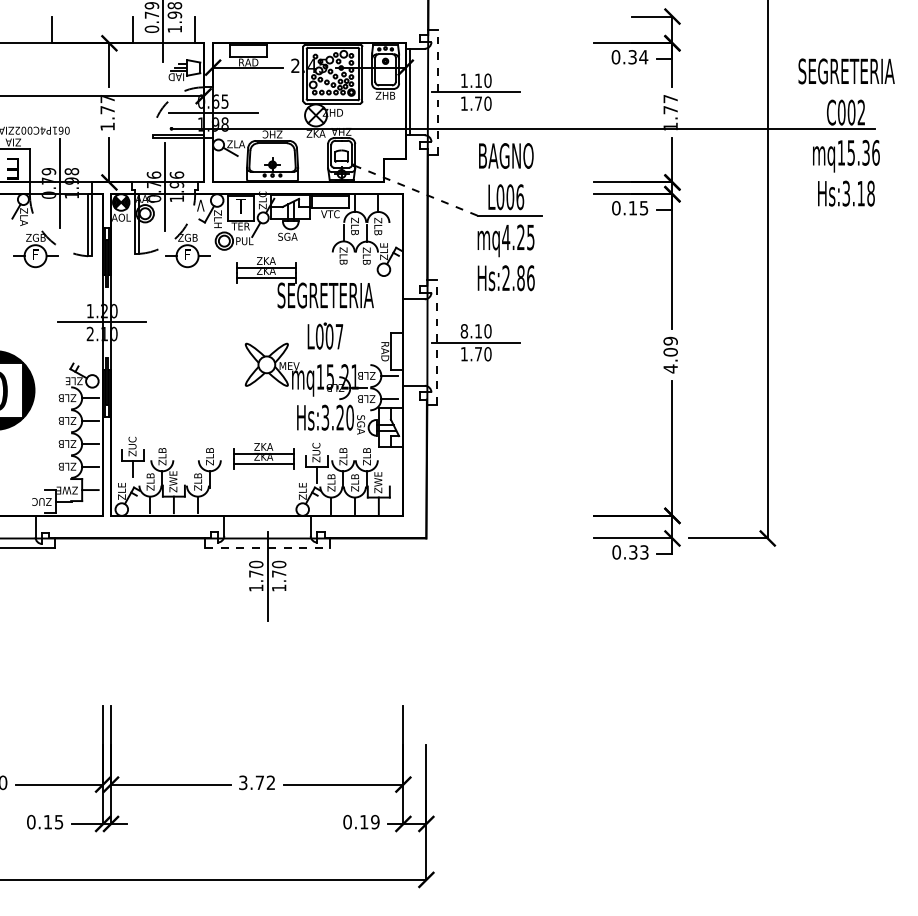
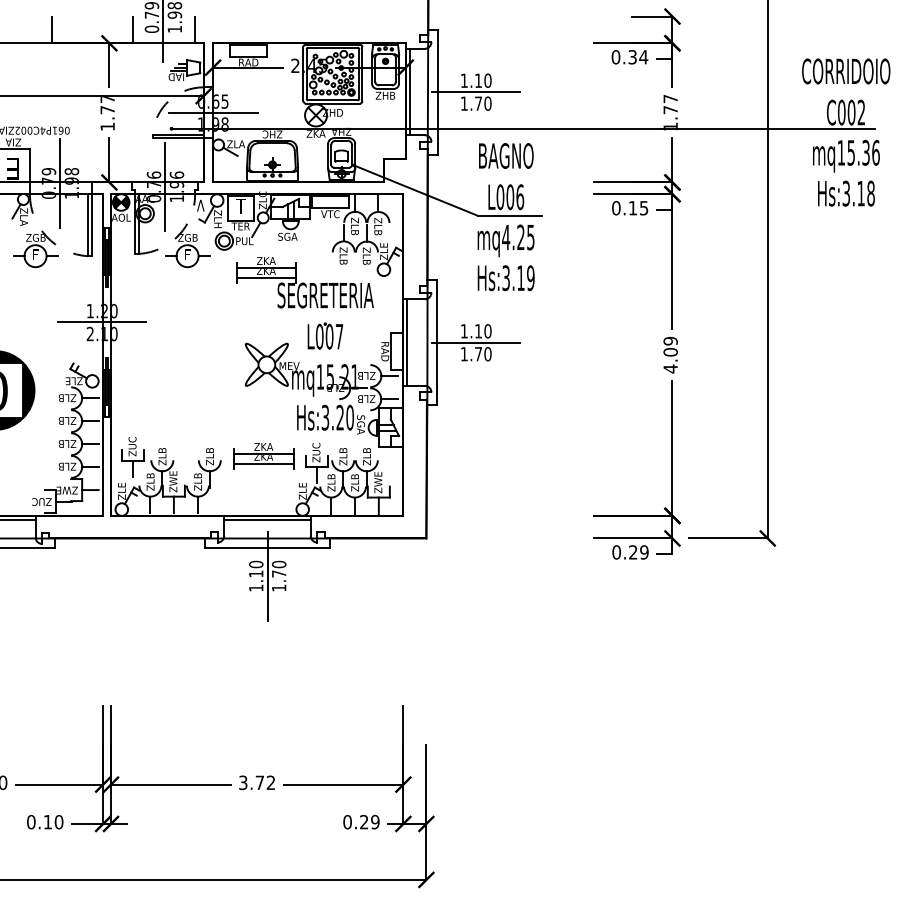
text at (846, 71): SEGRETERIA -> CORRIDOIO
line at (437, 92): dashed -> solid
line at (415, 190): dashed -> solid
text at (518, 278): Hs:2.86 -> Hs:3.19
text at (464, 331): 8.10 -> 1.10
line at (407, 342): none -> present
line at (436, 342): dashed -> solid
line at (18, 519): none -> present
line at (267, 519): none -> present
line at (267, 548): dashed -> solid
text at (638, 552): 0.33 -> 0.29
text at (256, 573): 1.70 -> 1.10
text at (58, 821): 0.15 -> 0.10
text at (364, 821): 0.19 -> 0.29
